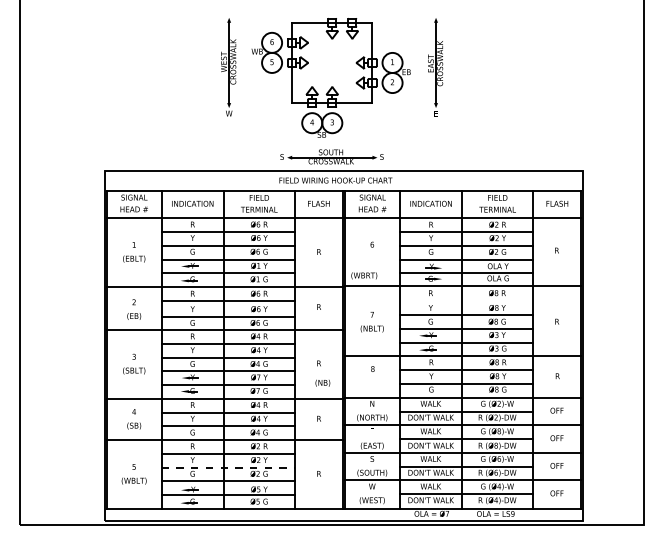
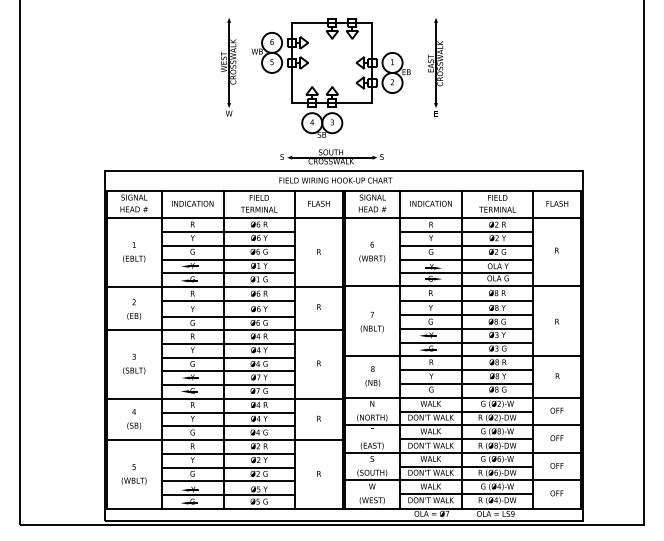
text at (364, 275) position: (364, 275) -> (372, 258)
line at (465, 301): none -> present
text at (322, 382) position: (322, 382) -> (372, 382)
line at (228, 467): dashed -> solid
